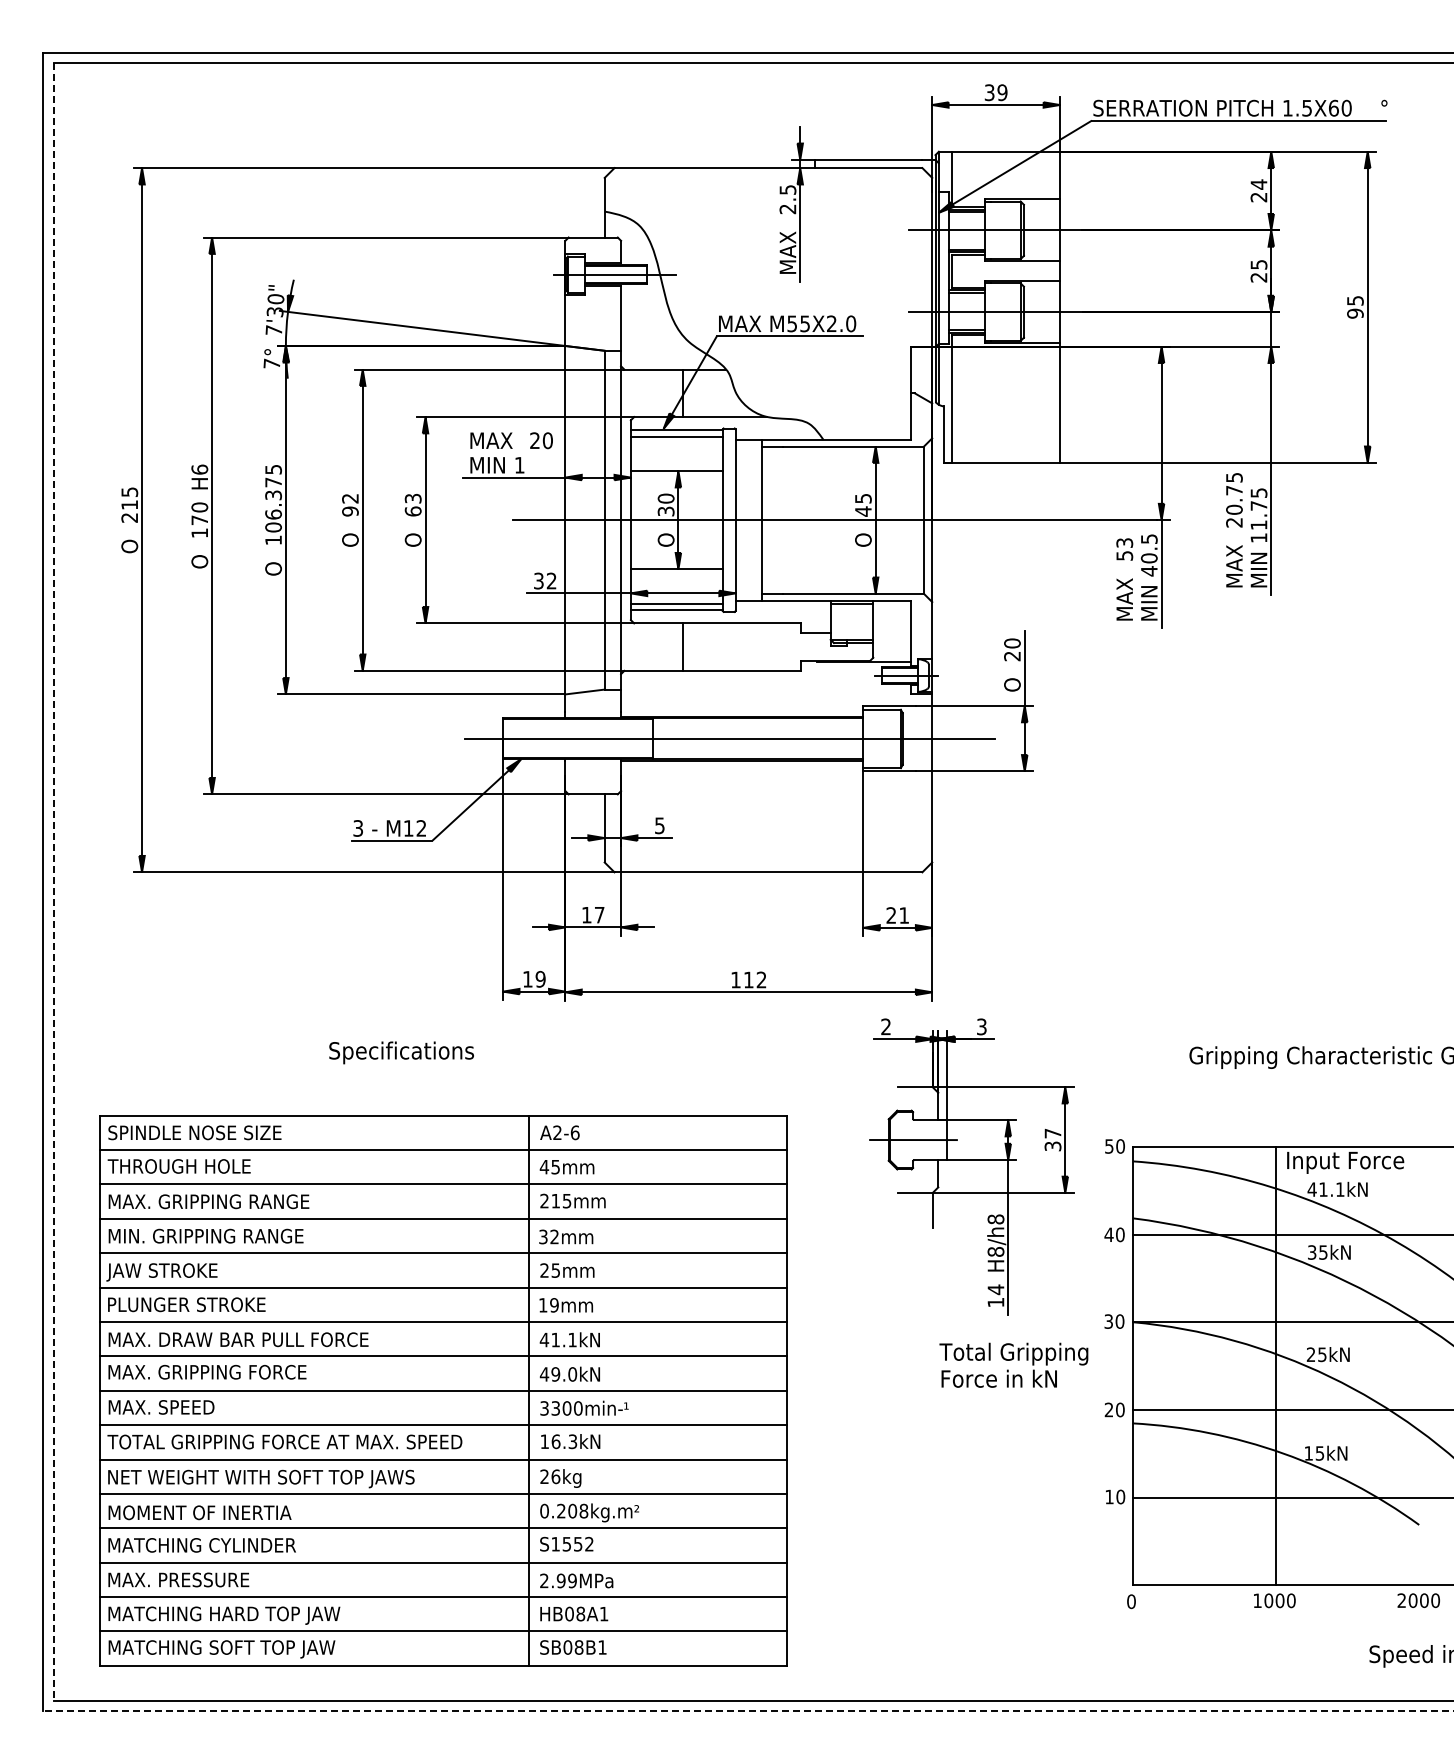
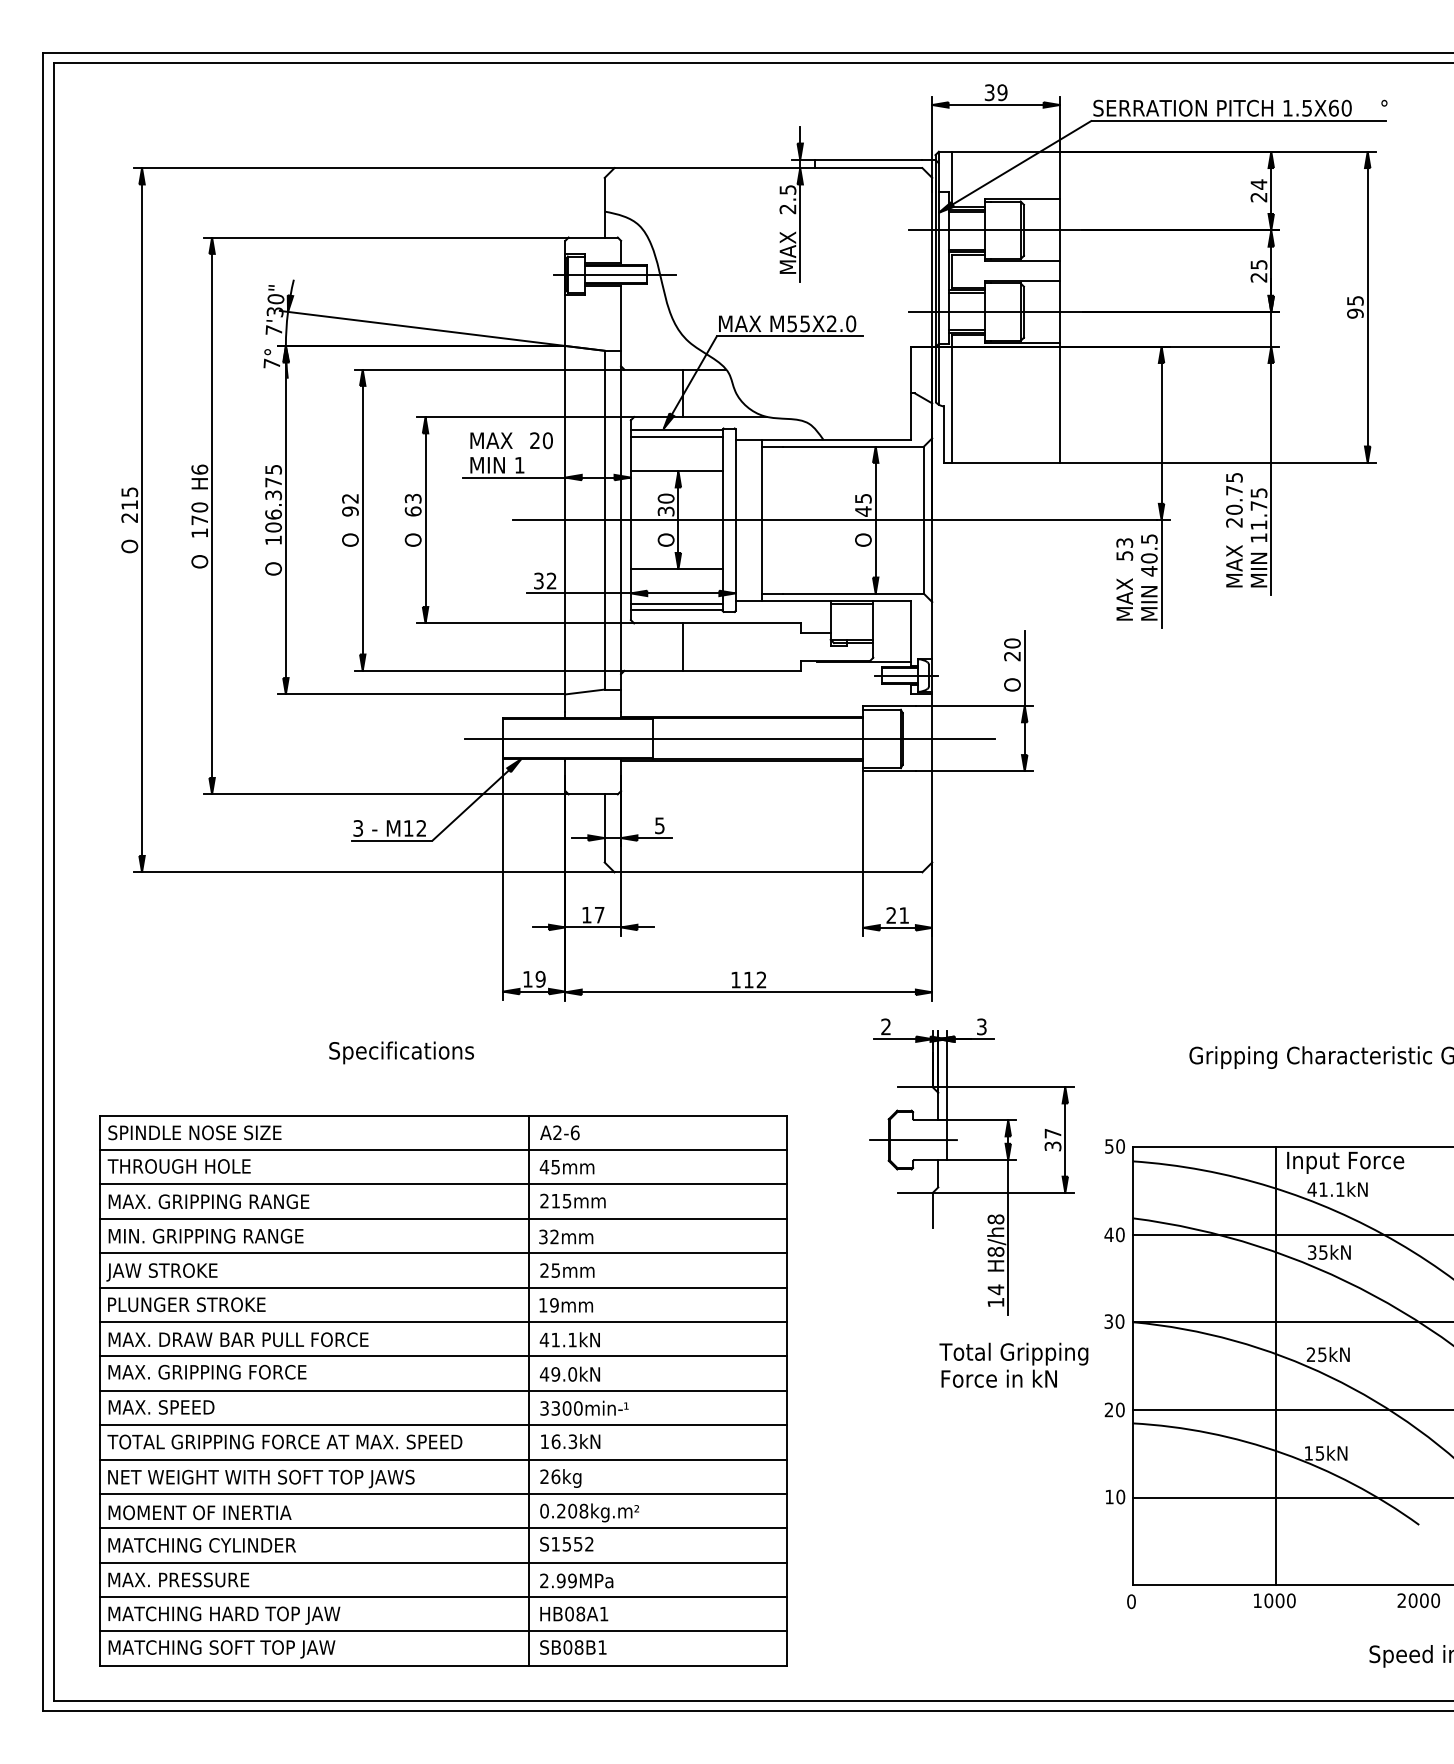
line at (53, 881): dashed -> solid
line at (748, 1711): dashed -> solid
